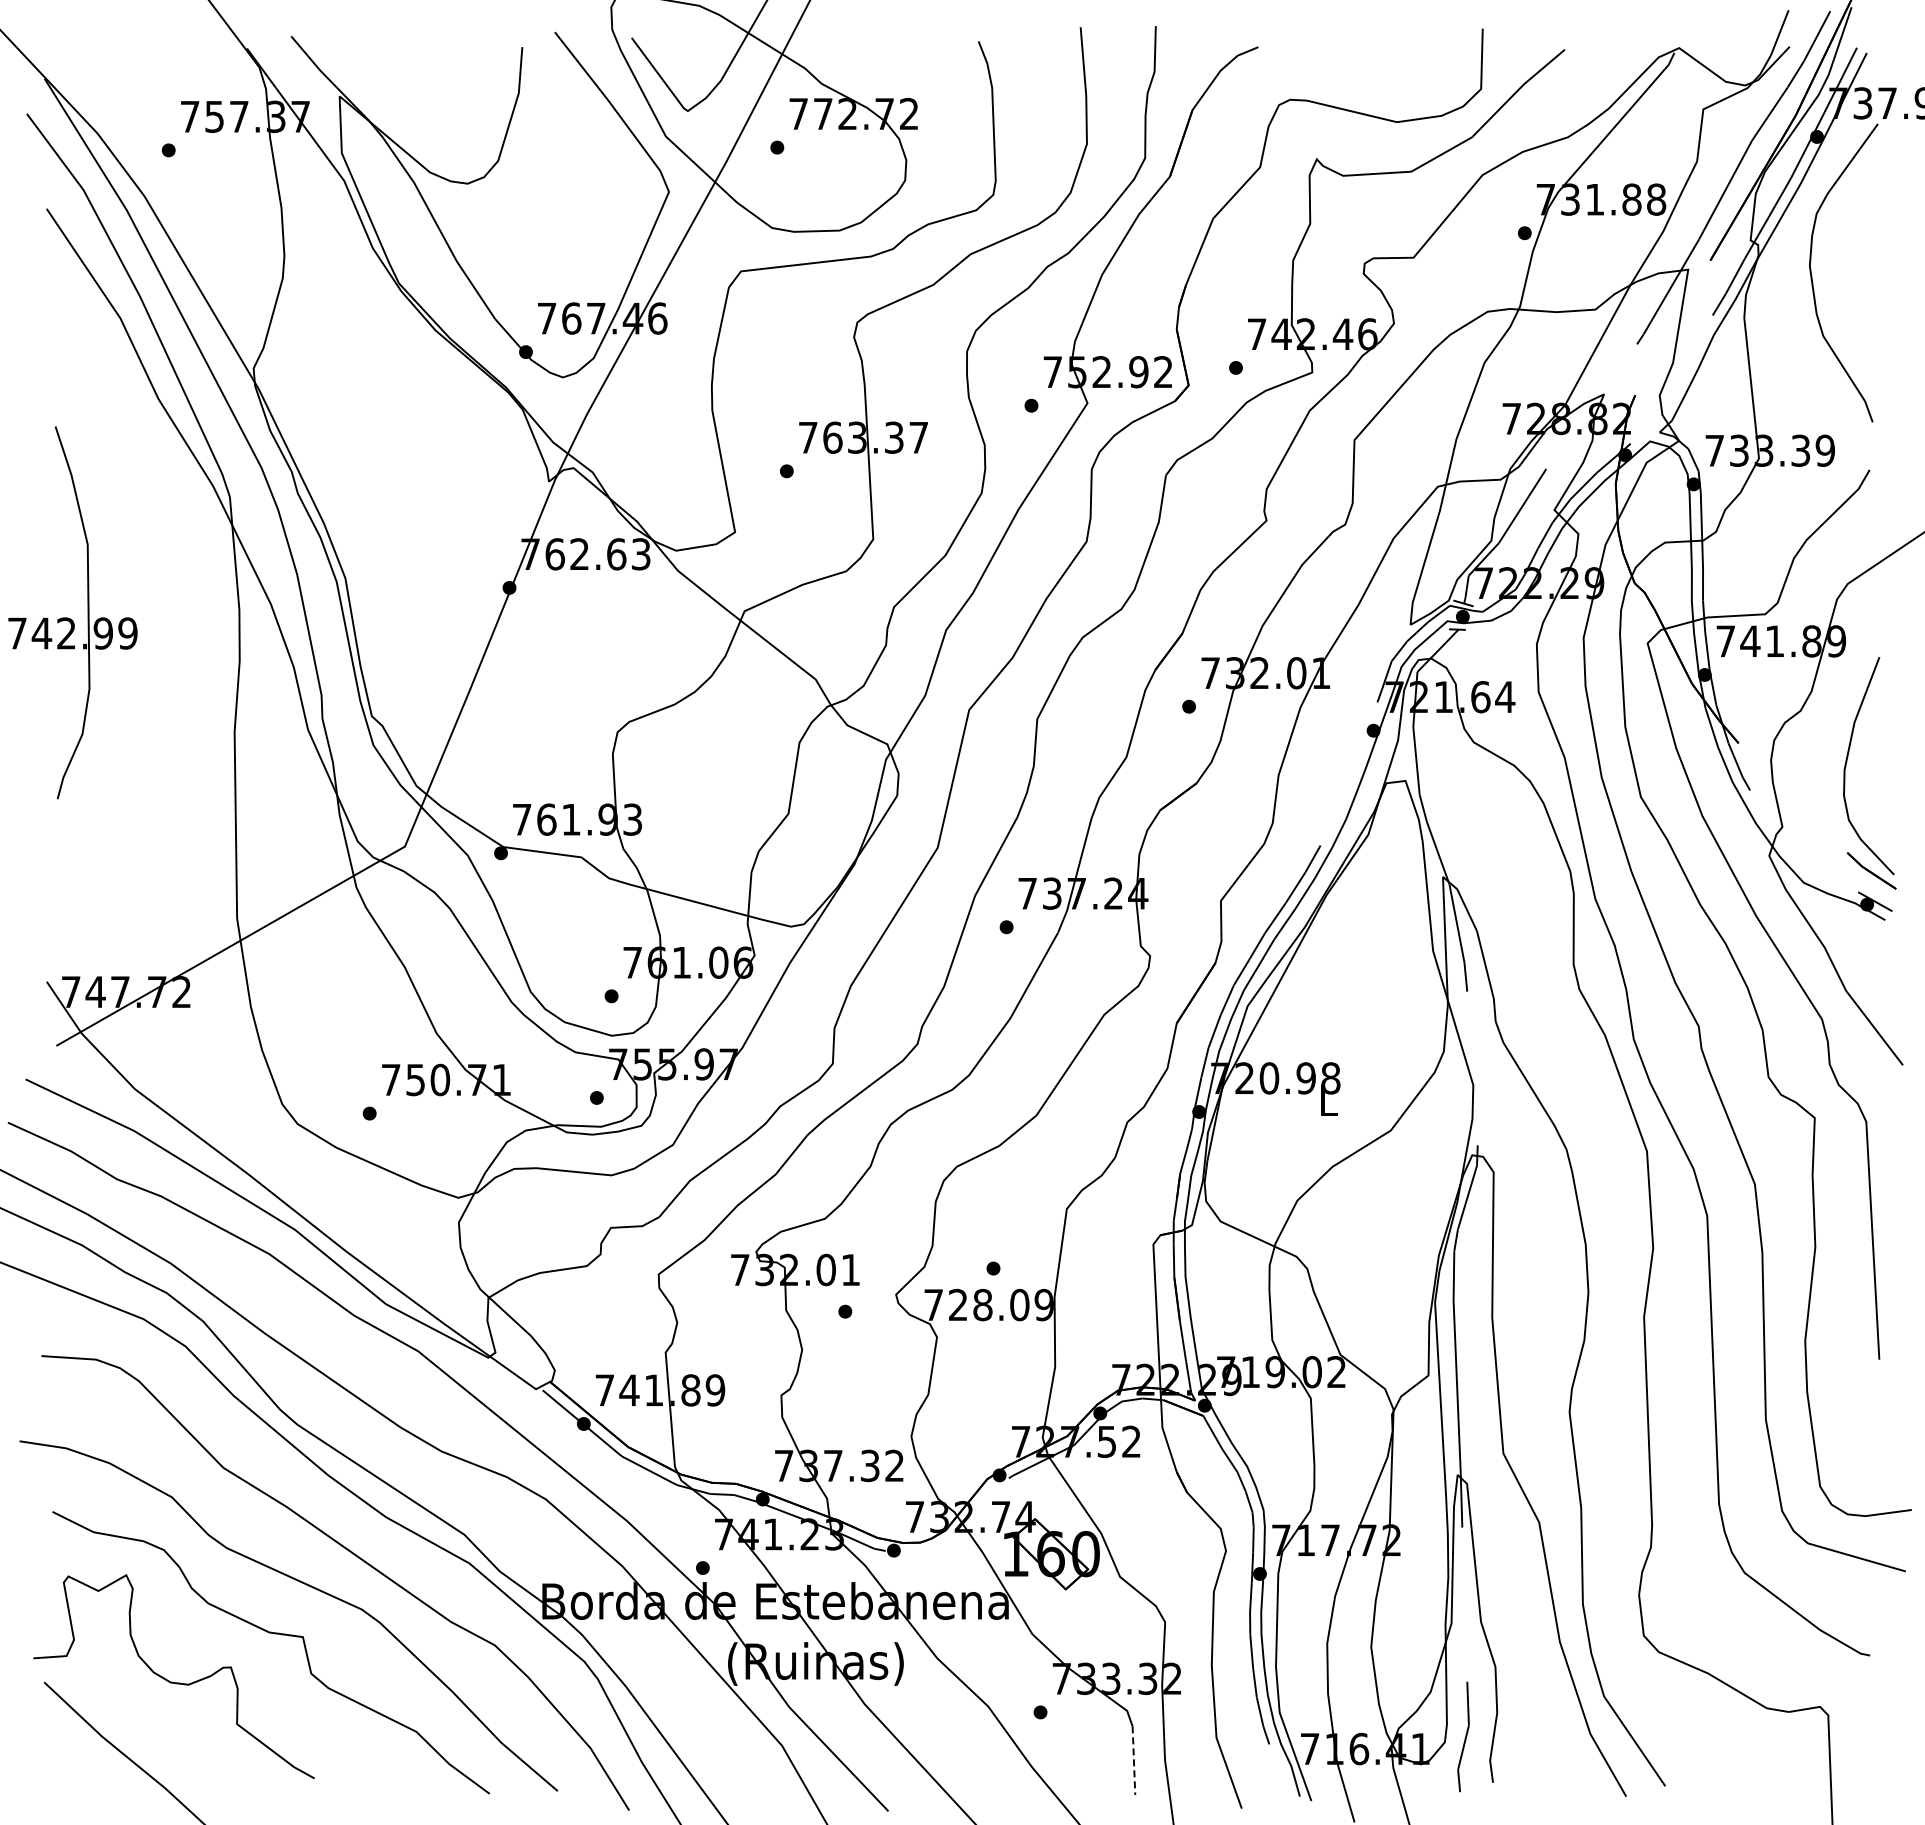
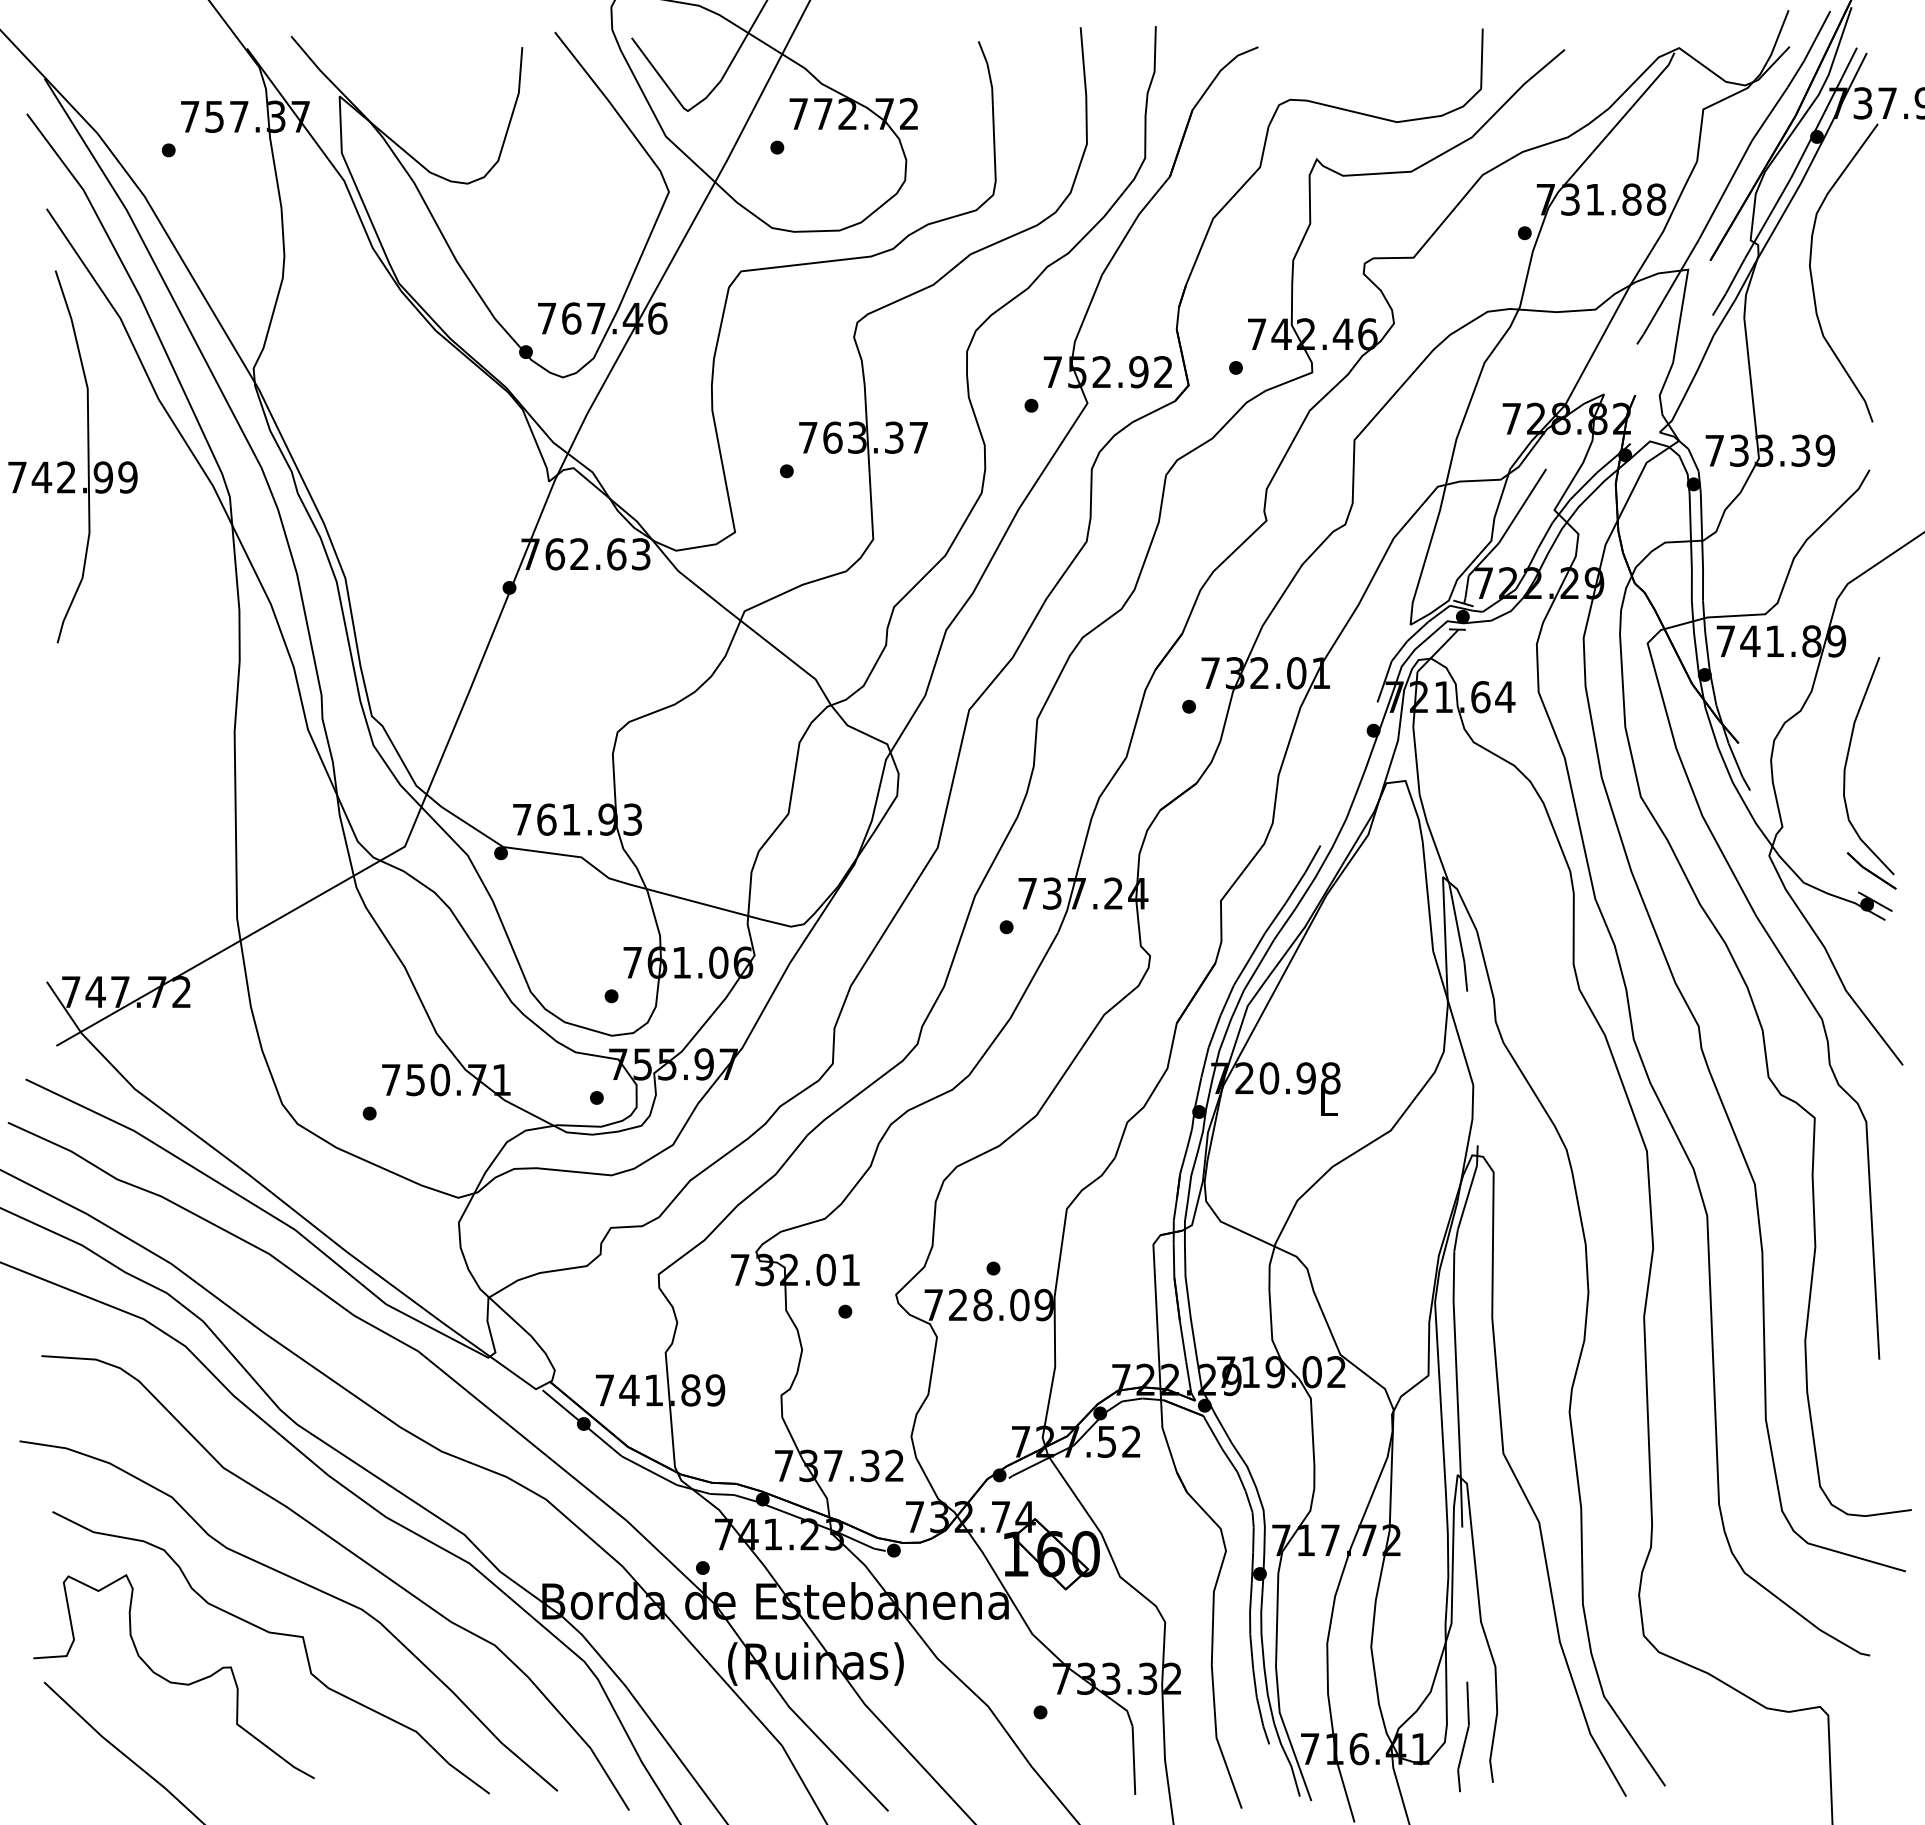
part at (70, 618) position: (70, 618) -> (70, 462)
line at (1133, 1761): dashed -> solid
